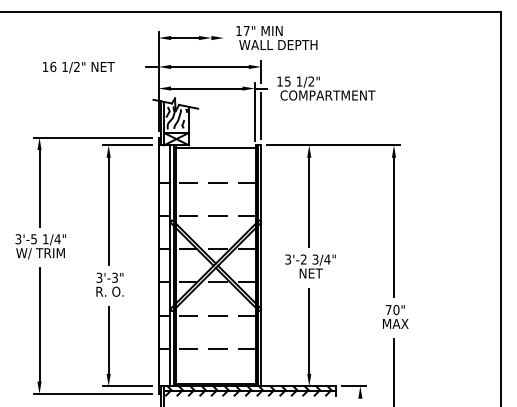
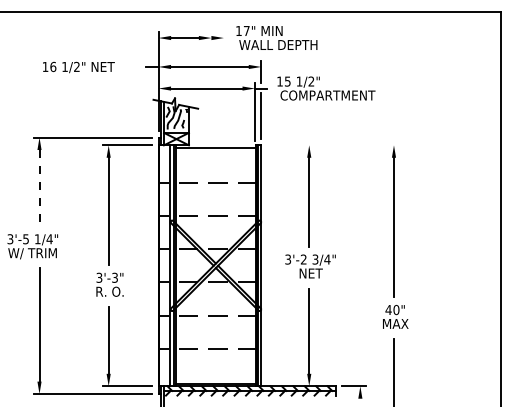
line at (333, 145): present -> none
line at (39, 188): solid -> dashed
text at (40, 246) position: (40, 246) -> (32, 246)
text at (388, 309): 70" -> 40"
